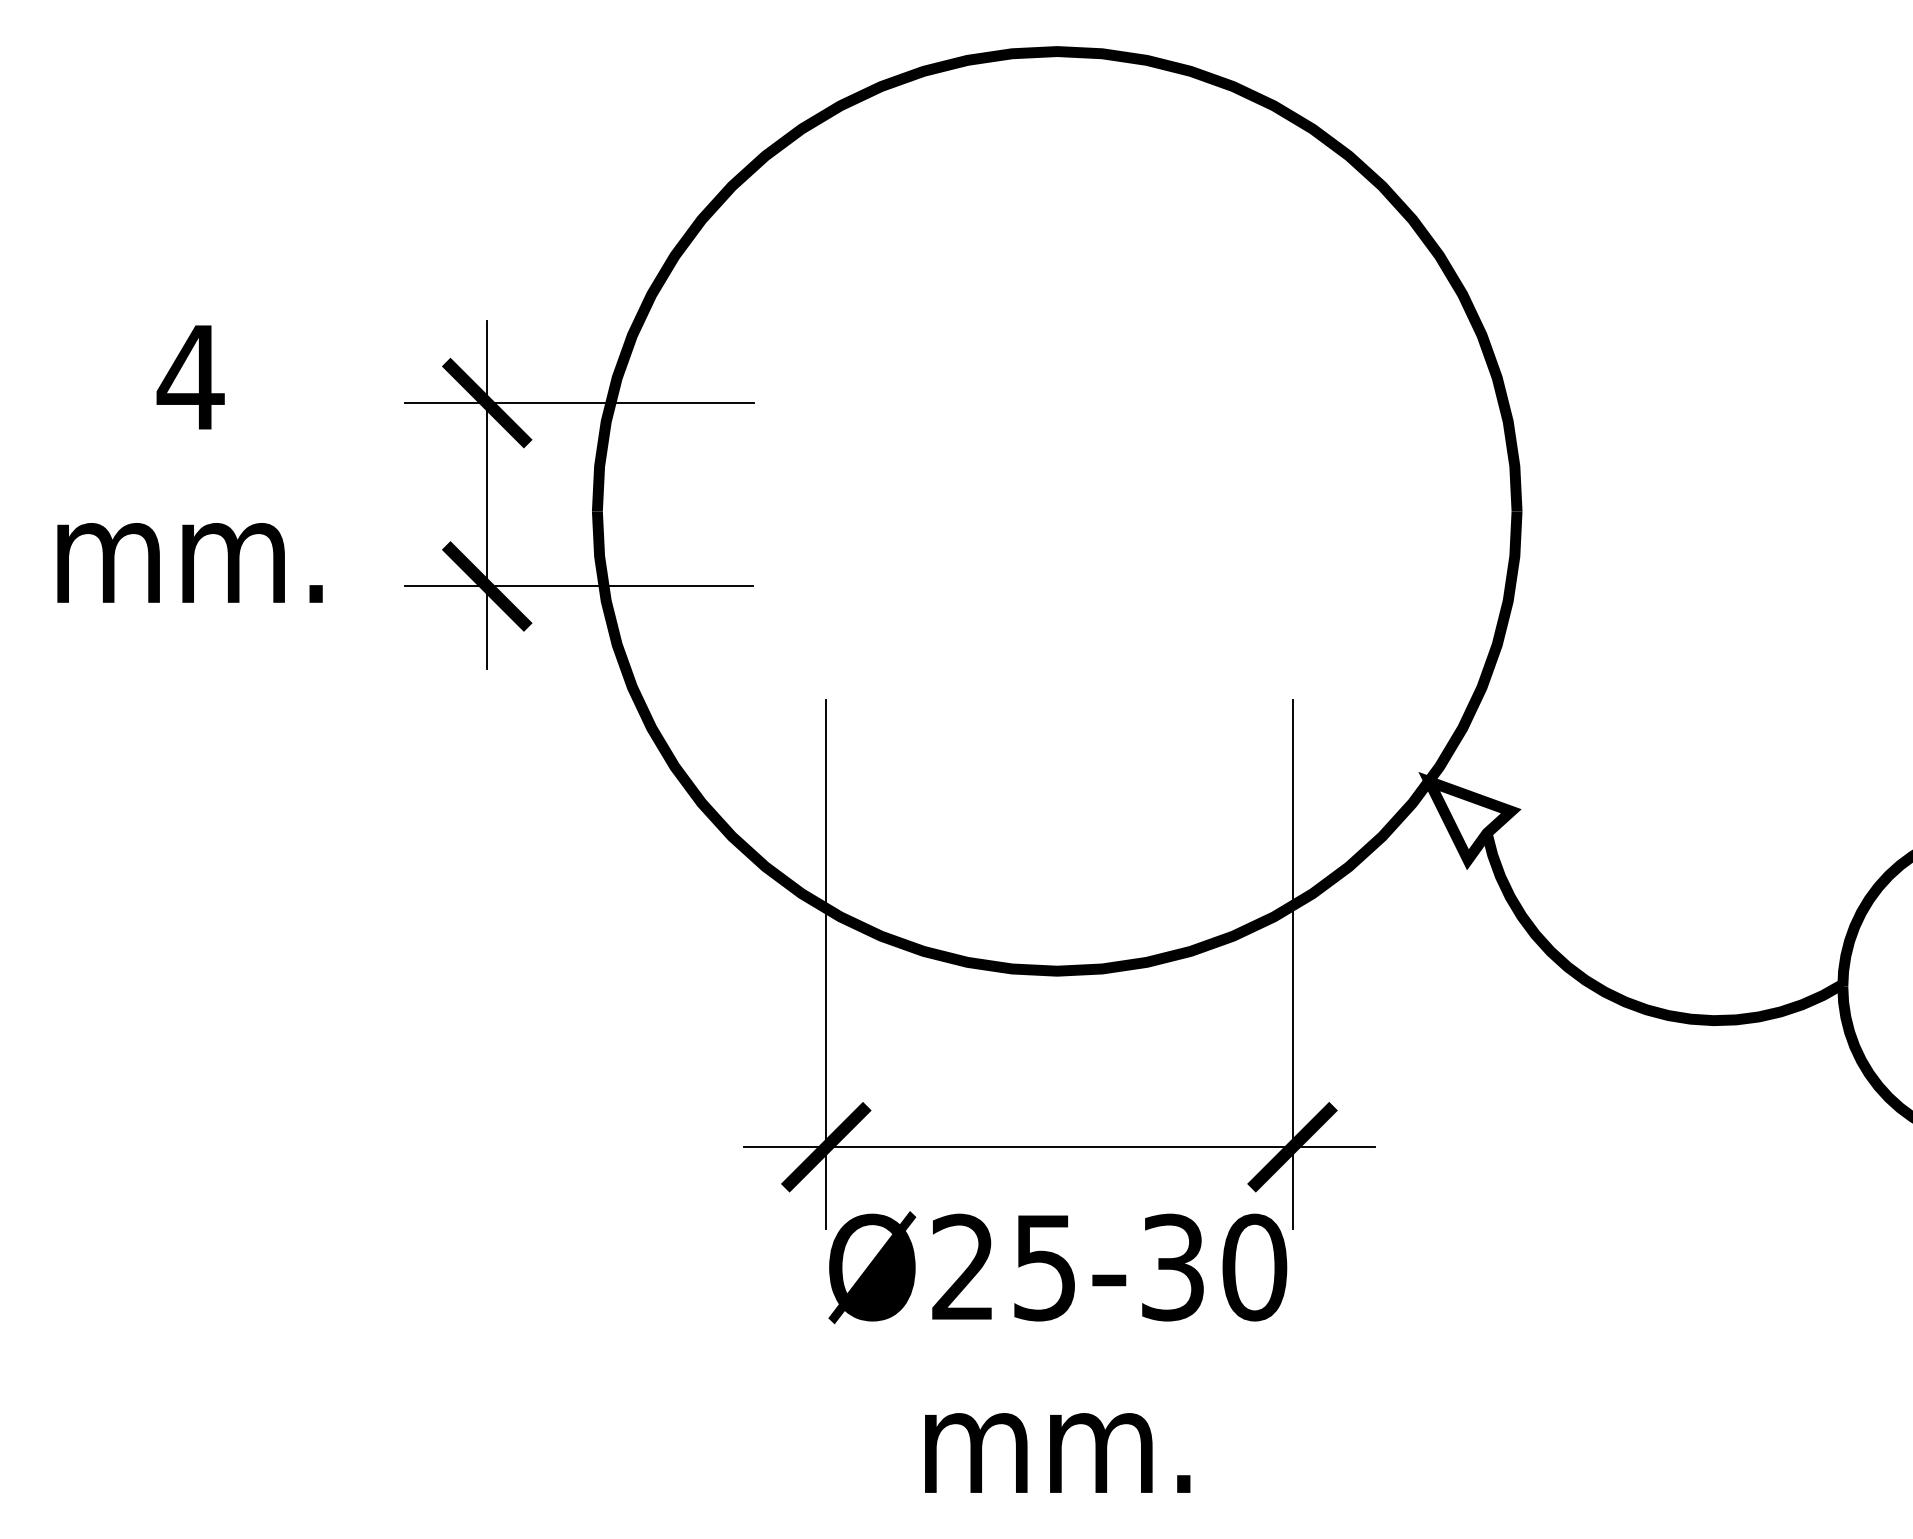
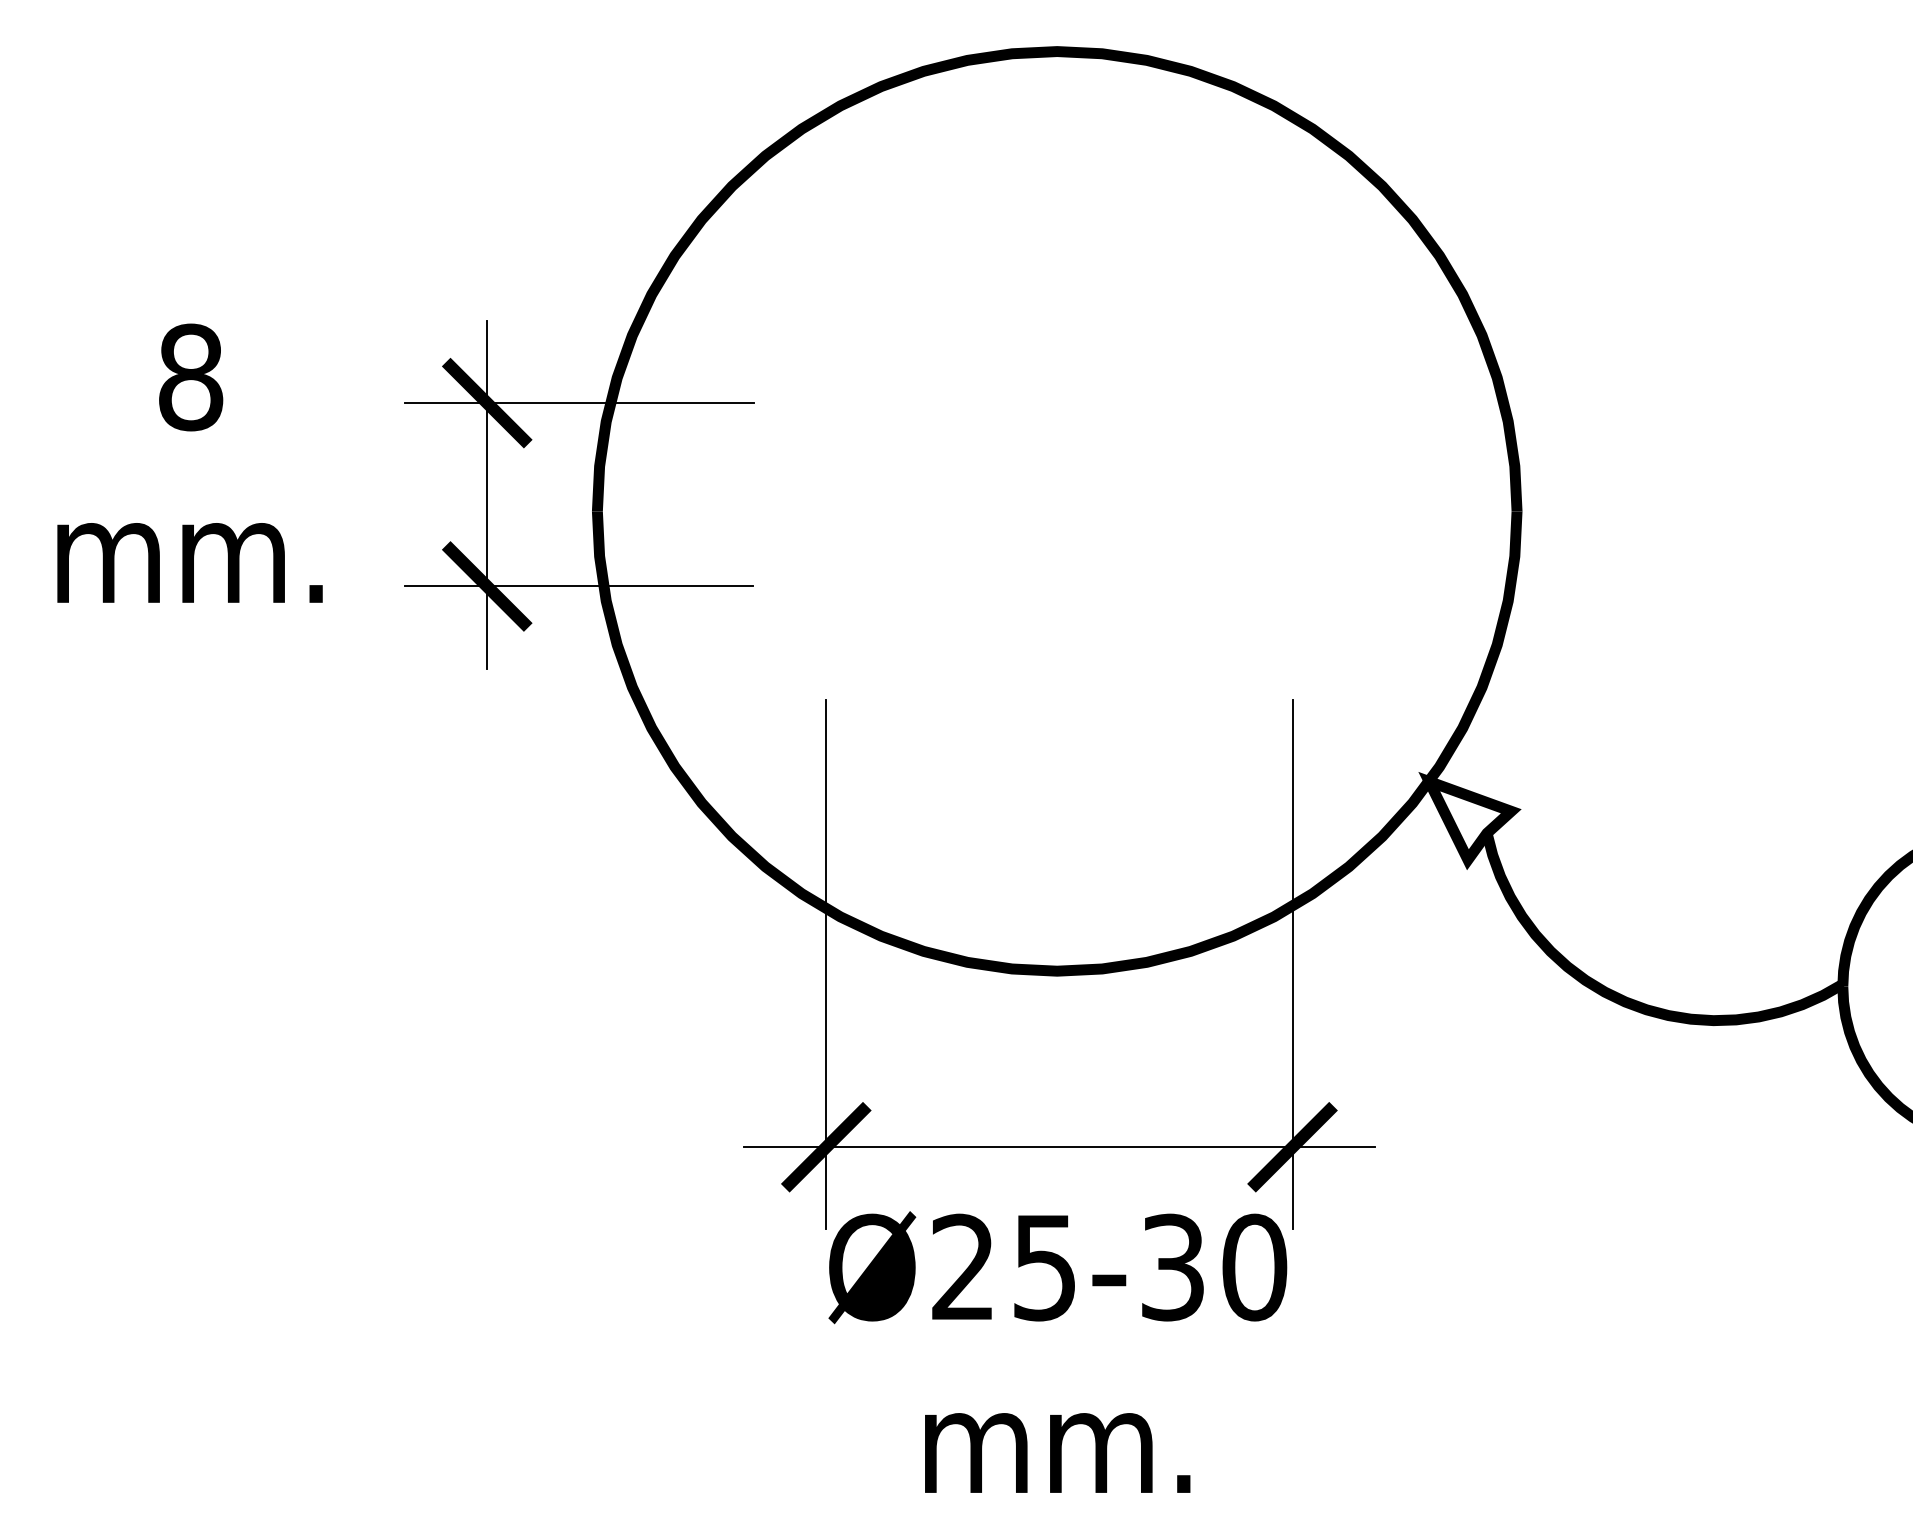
text at (190, 377): 4 -> 8
